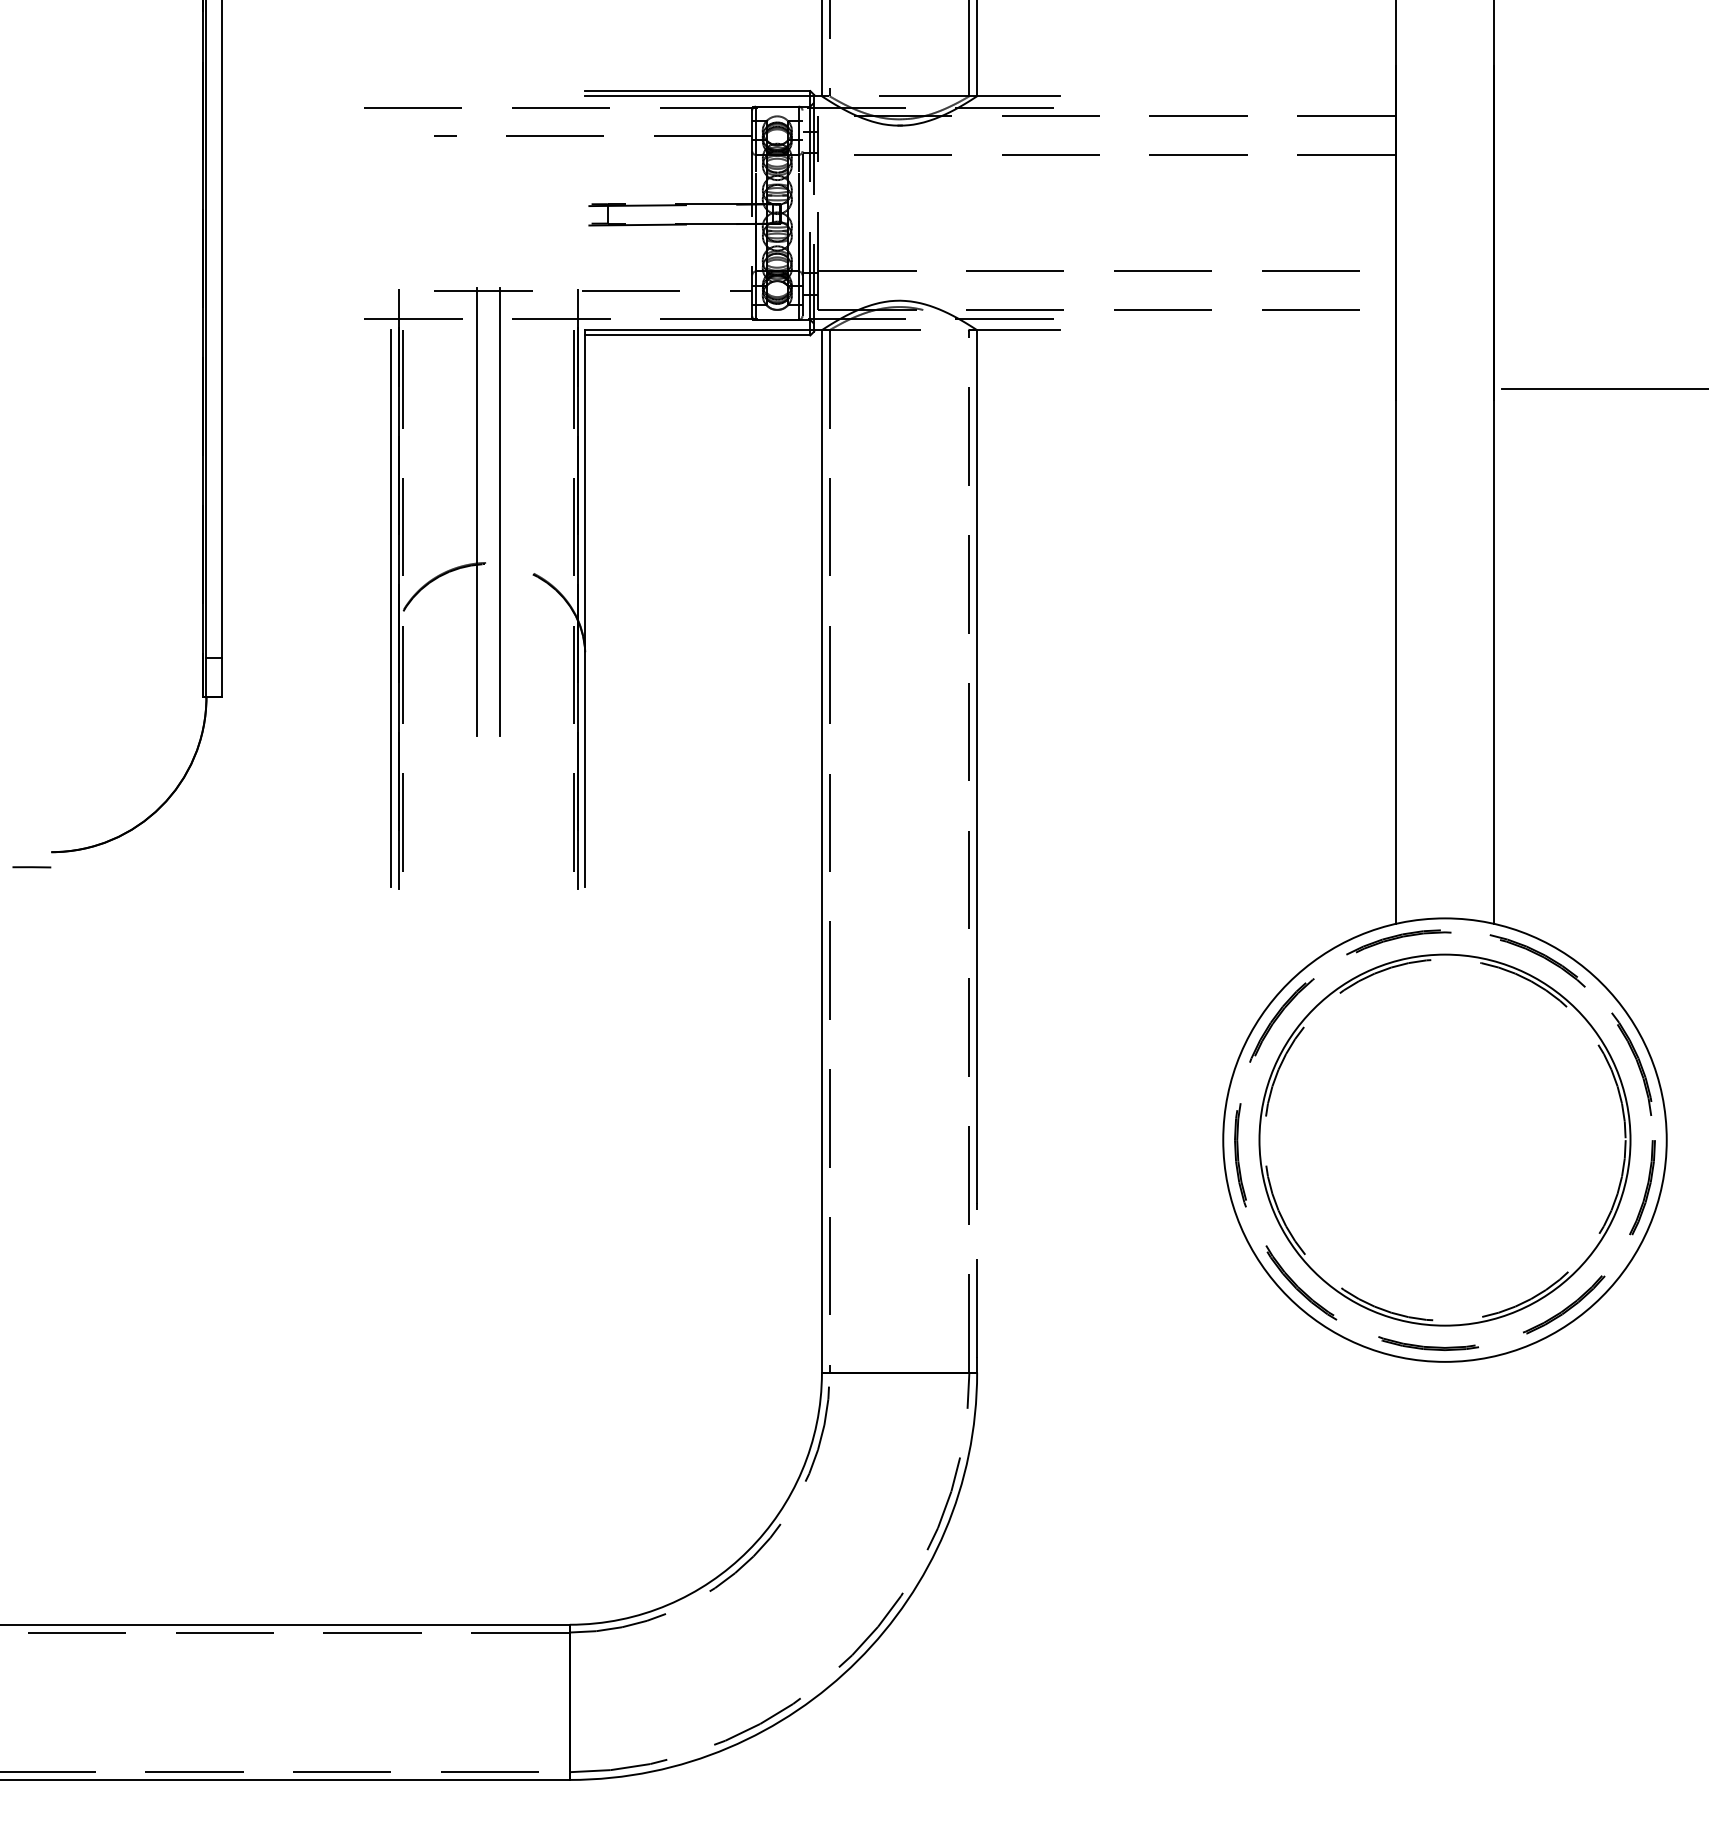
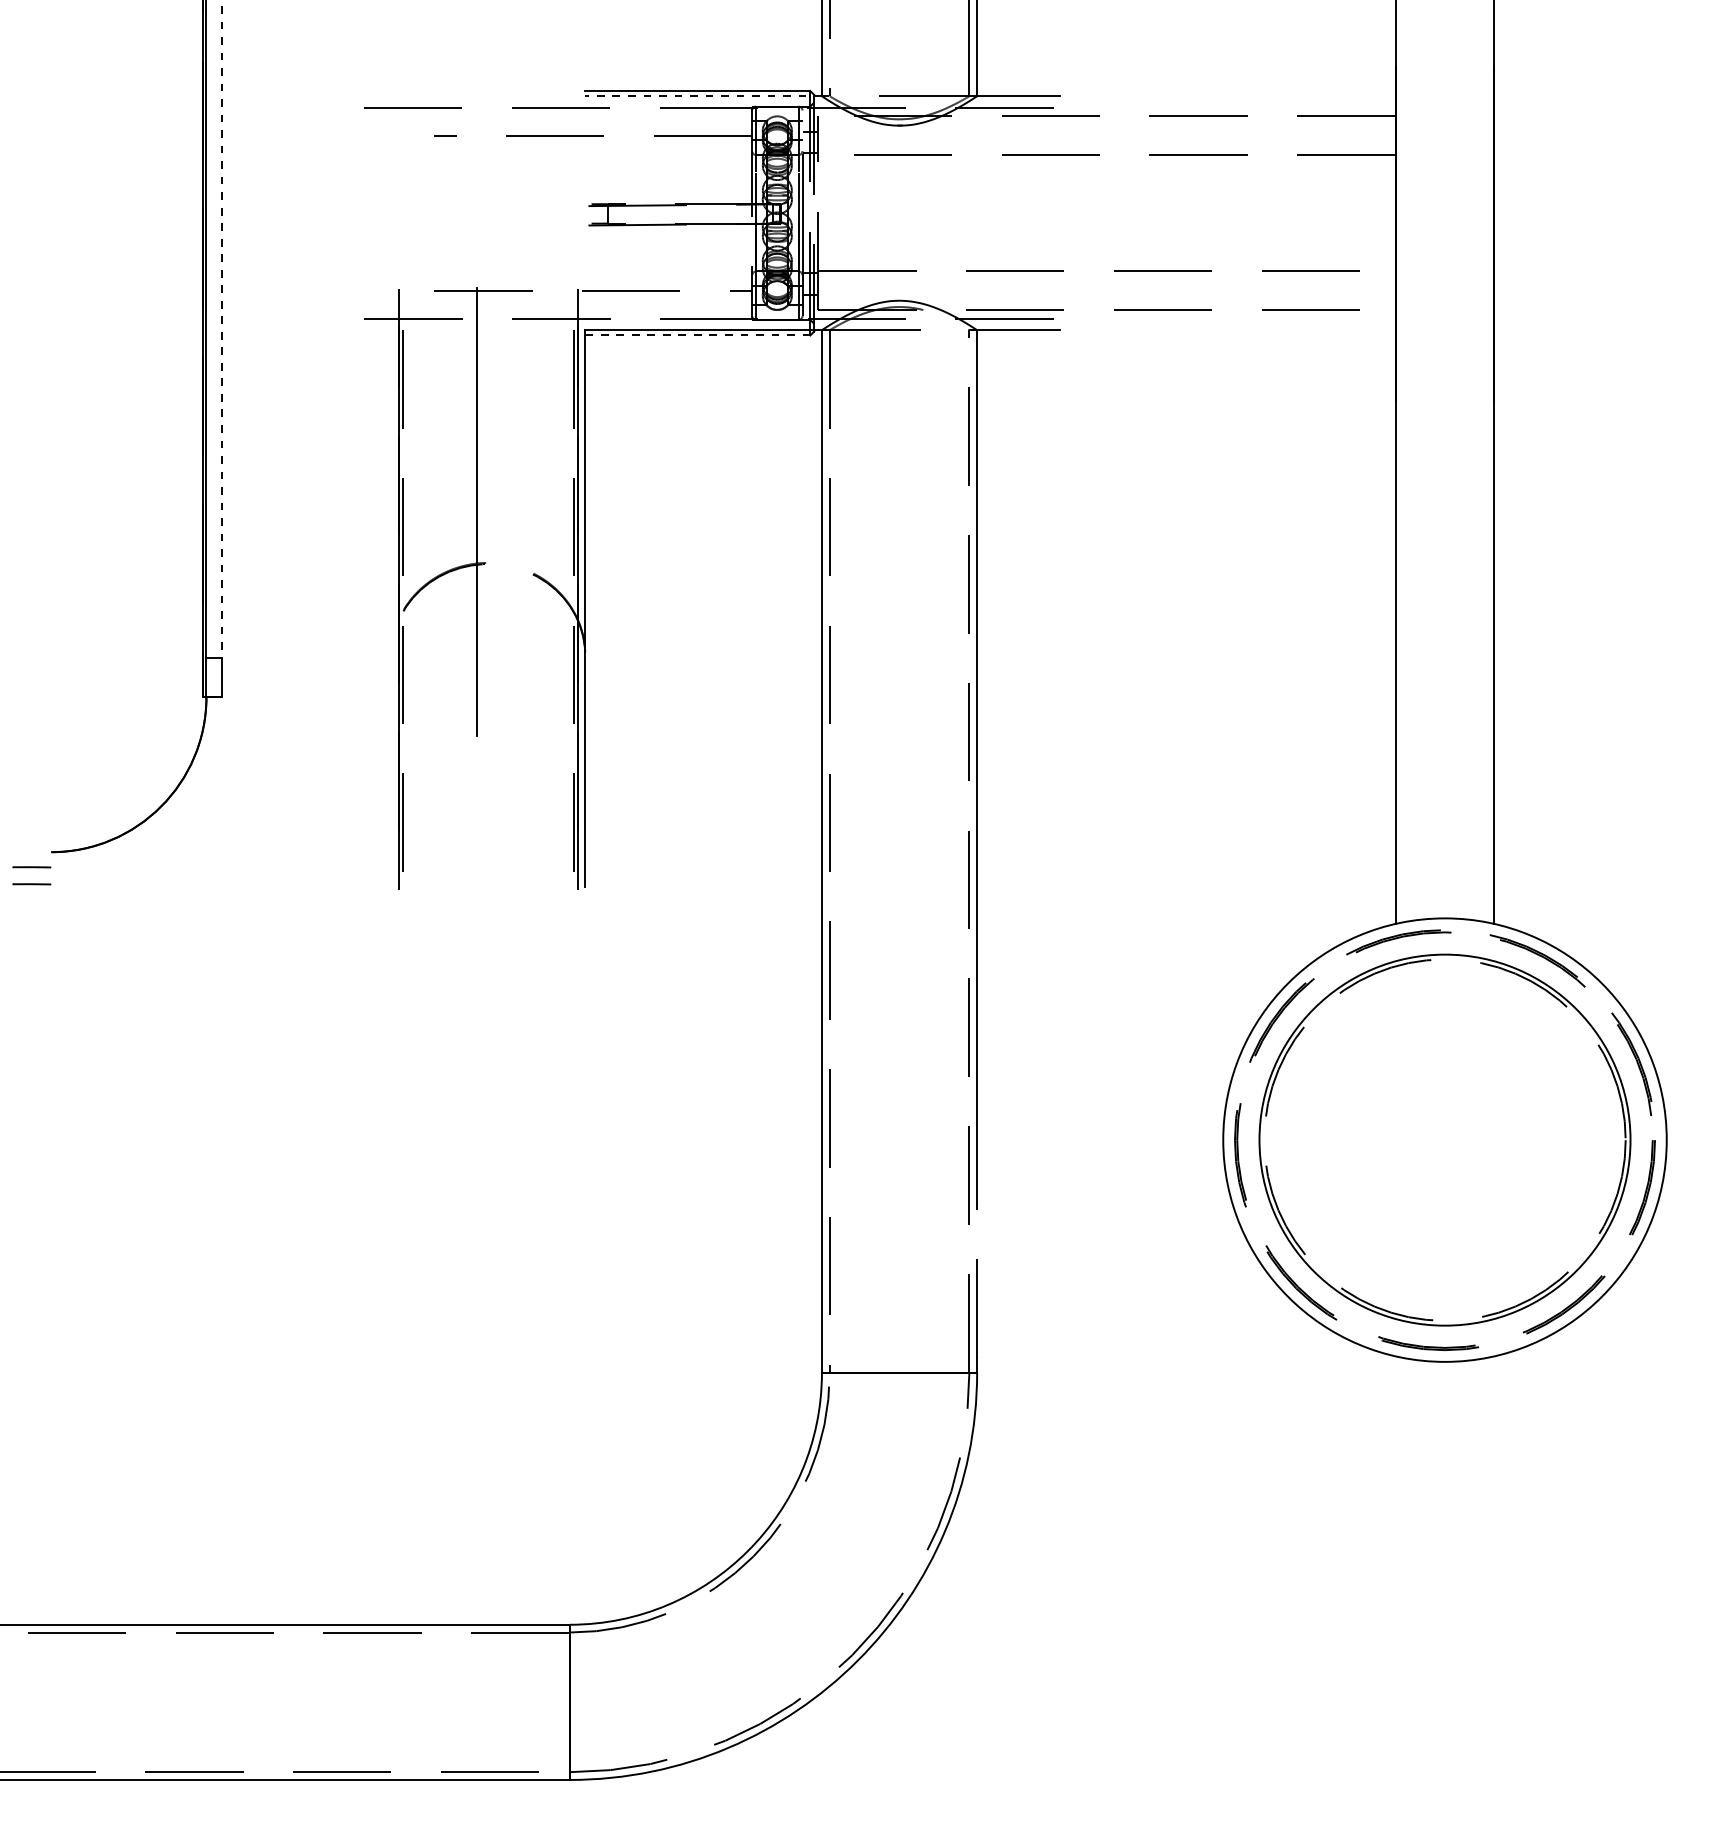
line at (703, 96): solid -> dashed
line at (221, 328): solid -> dashed
line at (697, 335): solid -> dashed
line at (1603, 389): present -> none
line at (499, 512): present -> none
line at (391, 607): present -> none
line at (31, 884): none -> present
